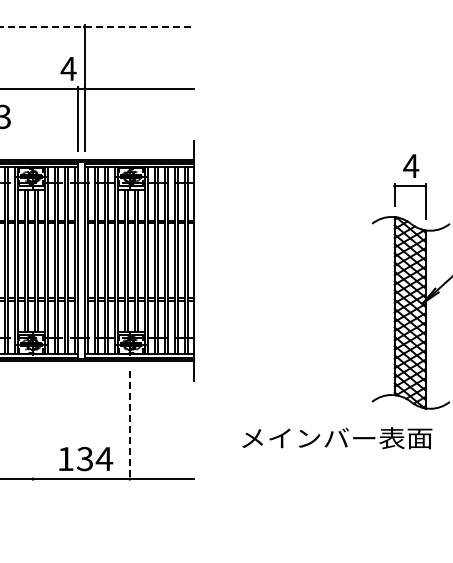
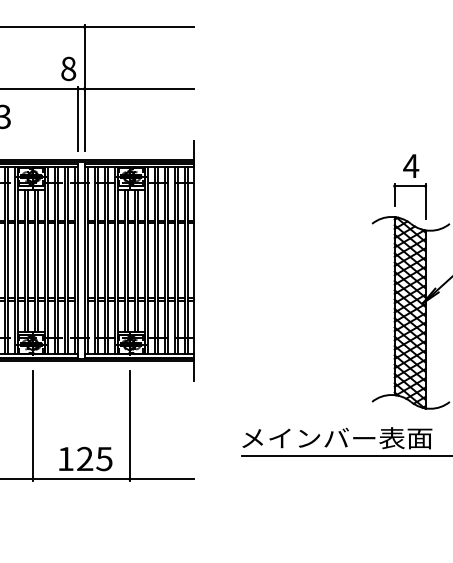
line at (97, 27): dashed -> solid
text at (68, 68): 4 -> 8
line at (33, 425): none -> present
line at (129, 426): dashed -> solid
line at (345, 455): none -> present
text at (95, 459): 134 -> 125
